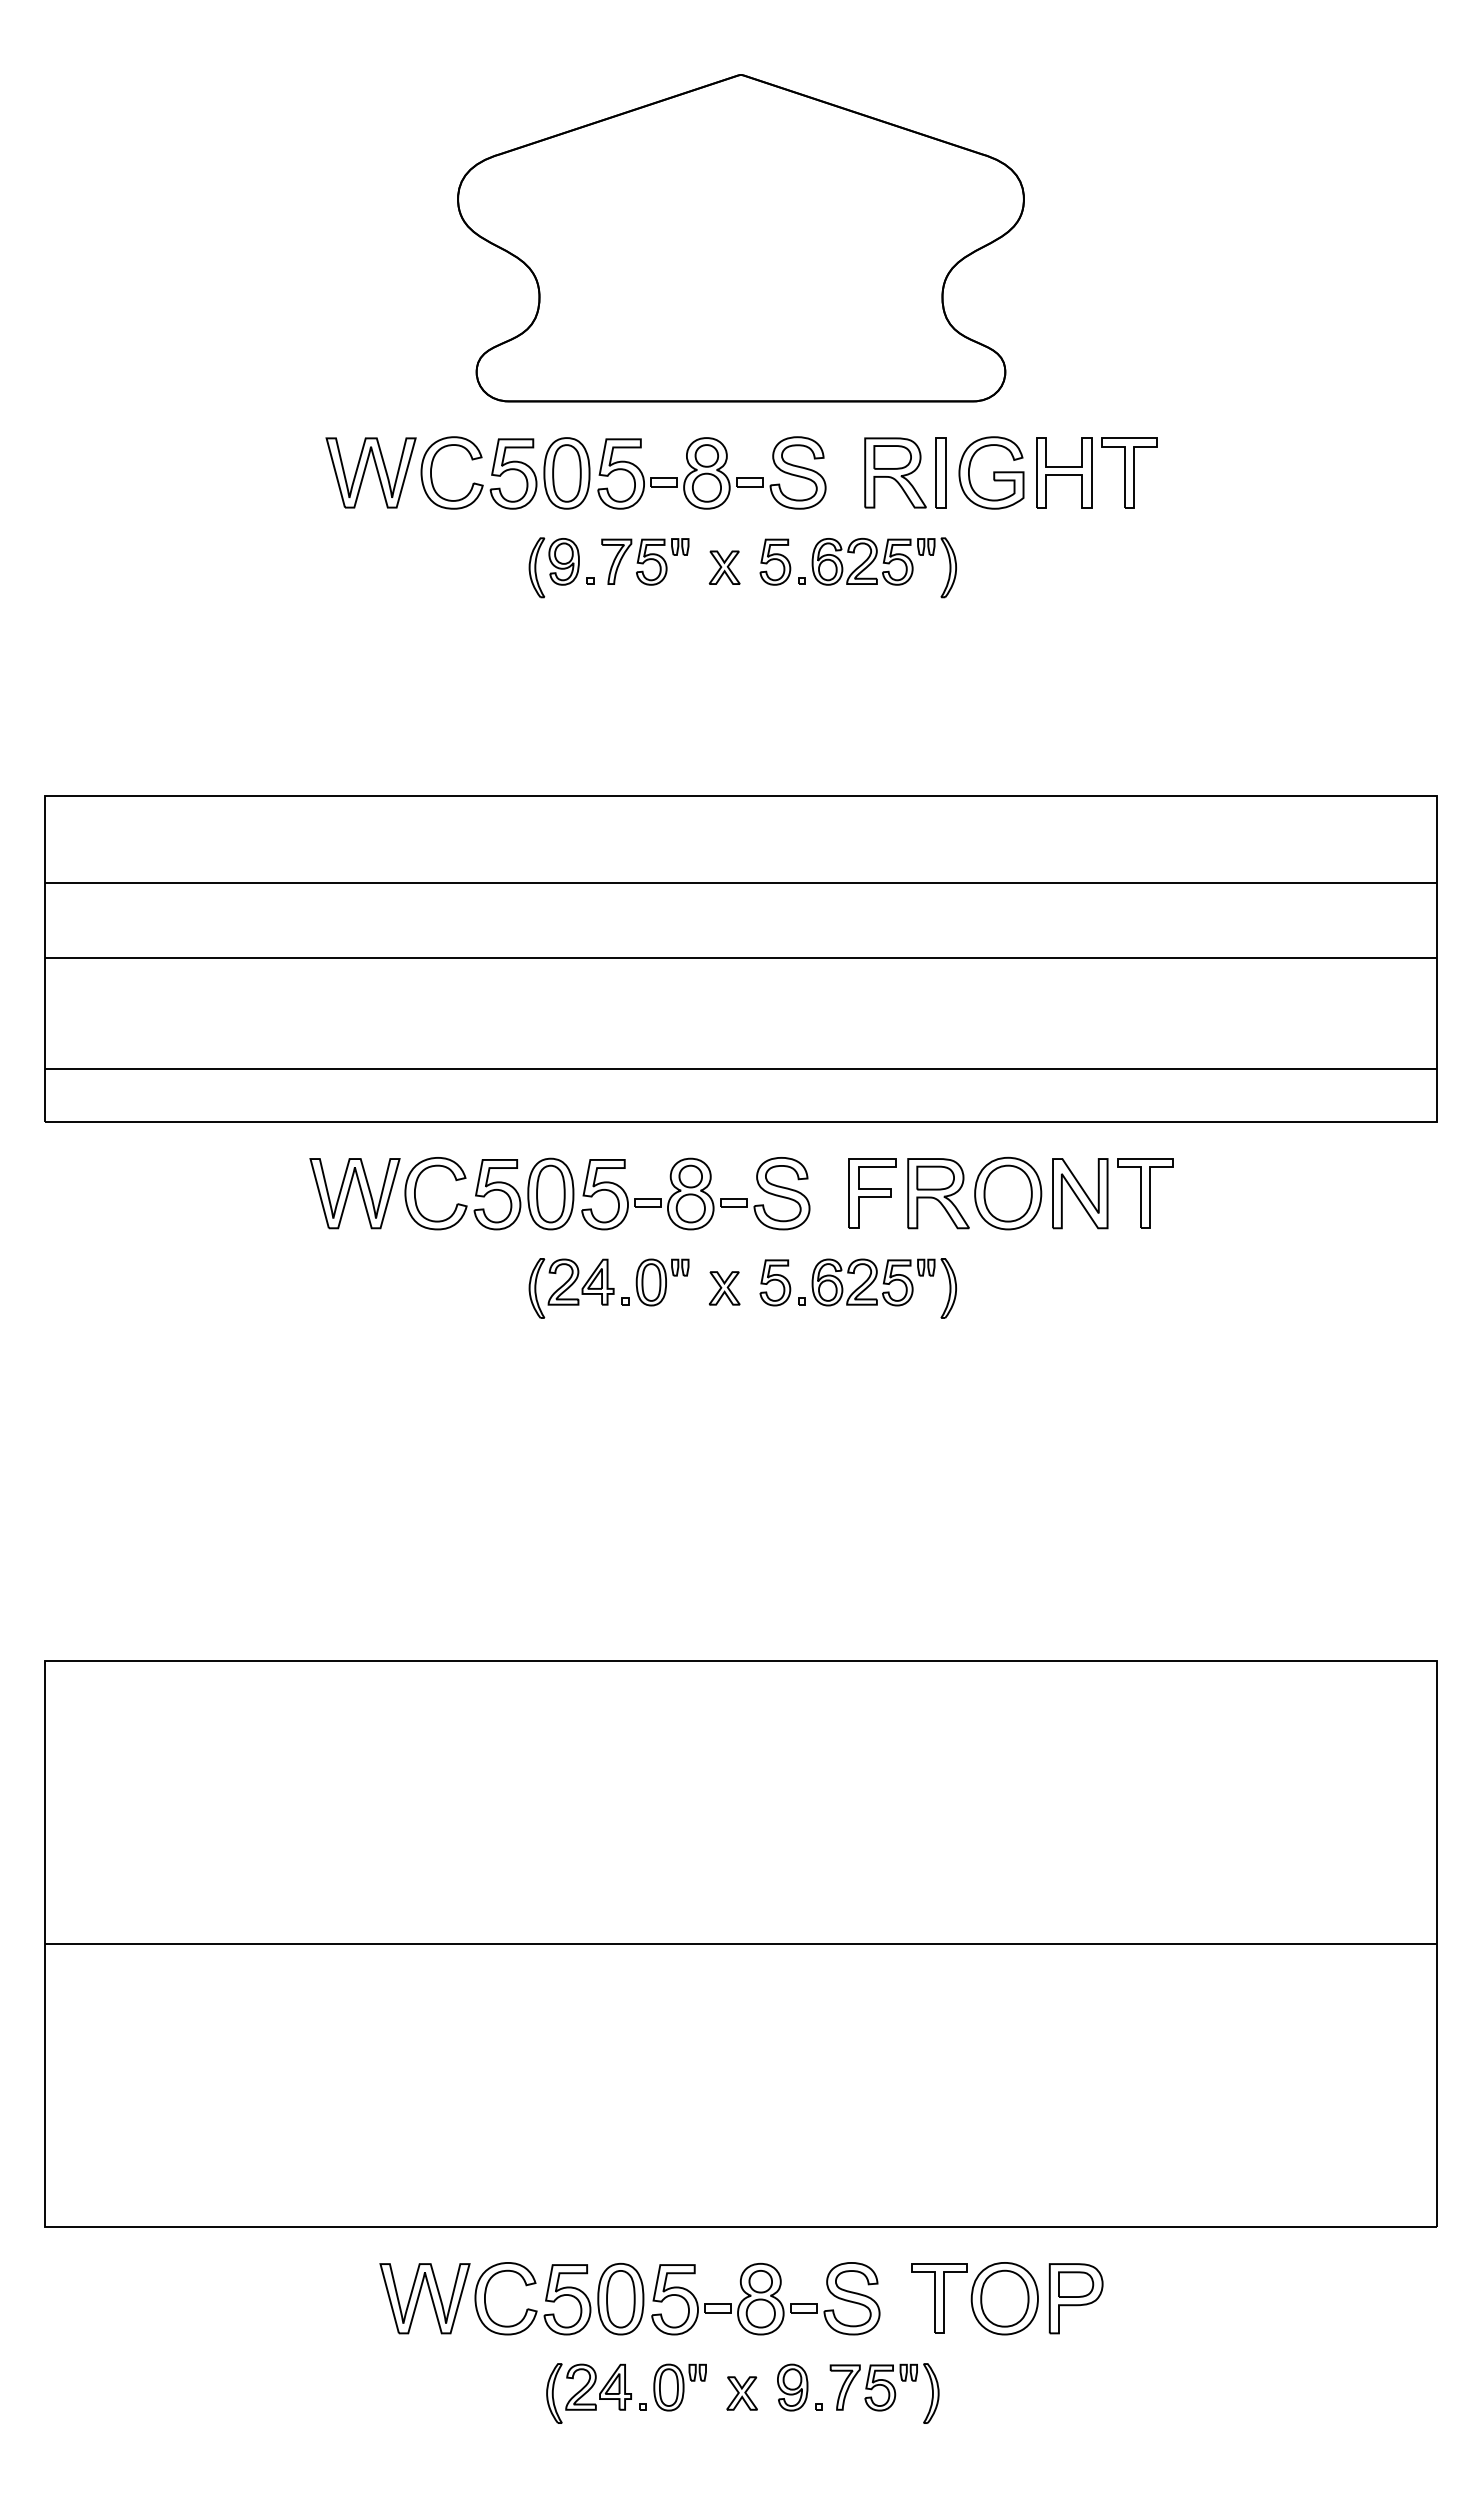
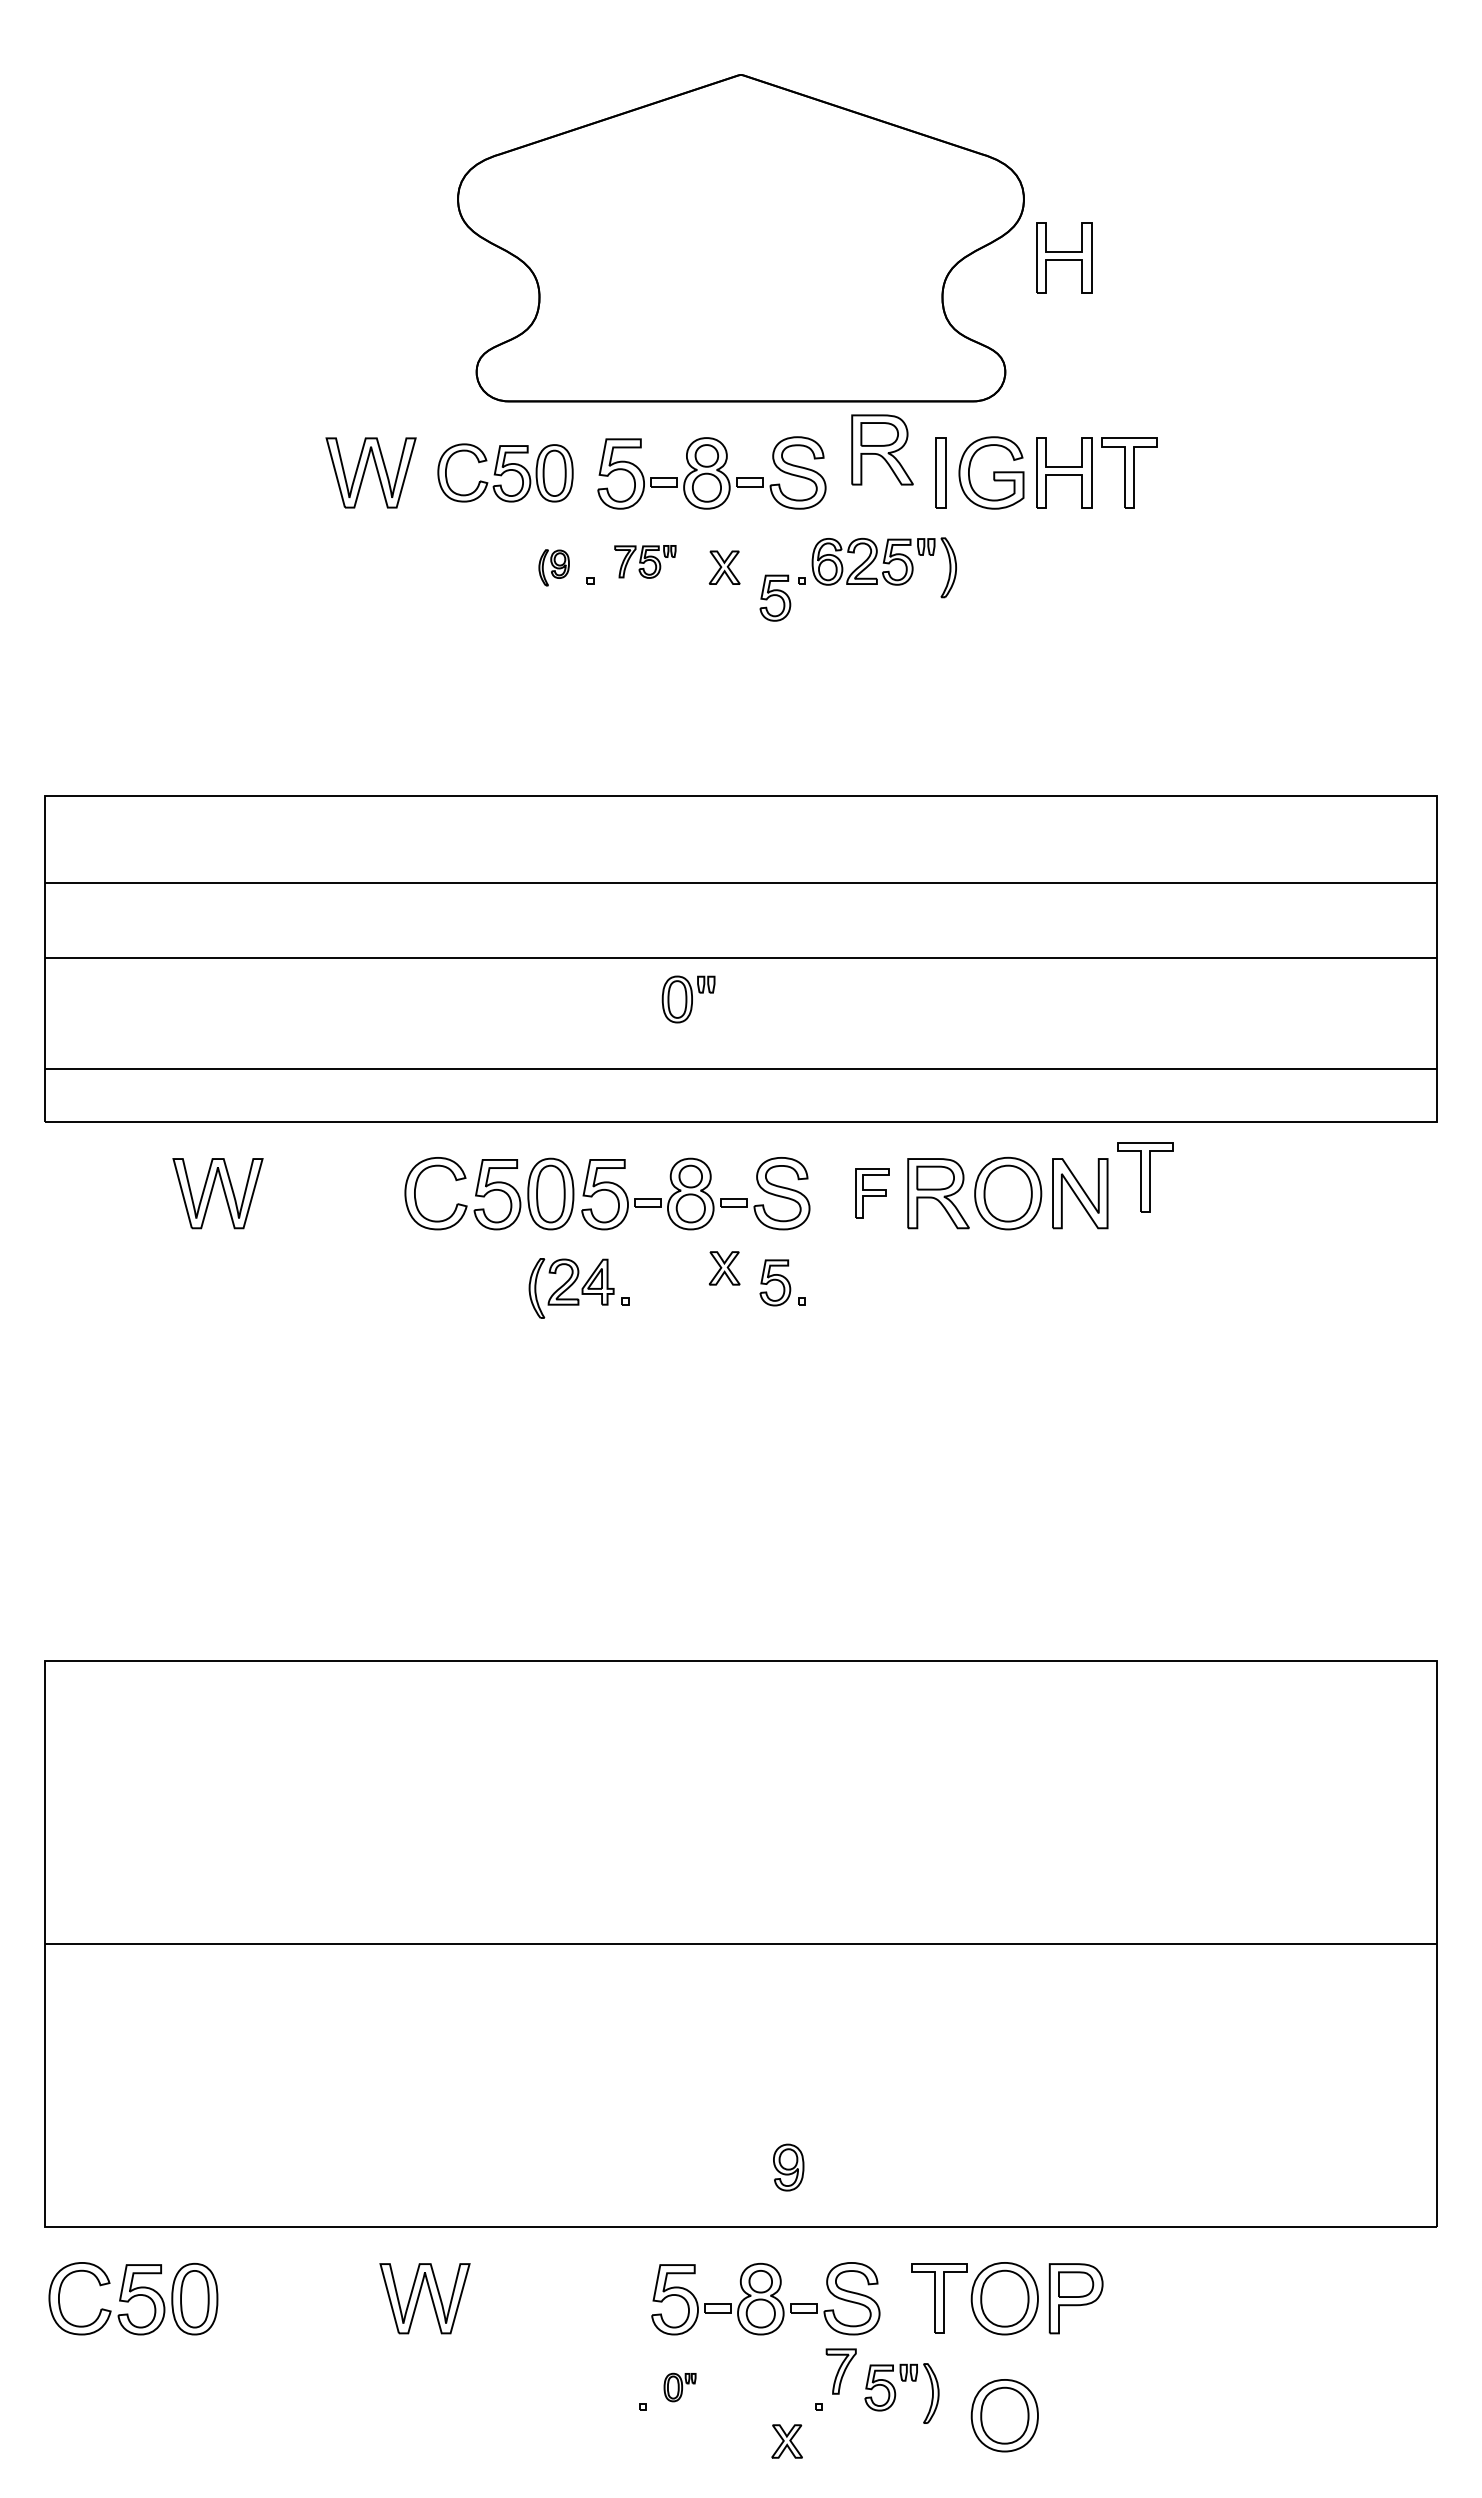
part at (1064, 257): none -> present
part at (505, 472) size: 171x74 px -> 137x60 px
part at (895, 472) position: (895, 472) -> (882, 449)
part at (645, 561) size: 89x48 px -> 63x34 px
part at (775, 561) position: (775, 561) -> (775, 597)
part at (553, 567) size: 52x62 px -> 32x38 px
part at (354, 1193) position: (354, 1193) -> (217, 1193)
part at (872, 1193) size: 49x71 px -> 35x51 px
part at (1145, 1193) position: (1145, 1193) -> (1145, 1177)
part at (662, 1282) position: (662, 1282) -> (688, 999)
part at (724, 1288) position: (724, 1288) -> (724, 1268)
part at (883, 1288): present -> none
part at (559, 2298) position: (559, 2298) -> (133, 2298)
part at (679, 2387) size: 54x49 px -> 34x31 px
part at (792, 2387) position: (792, 2387) -> (788, 2167)
part at (844, 2387) position: (844, 2387) -> (840, 2371)
part at (588, 2393): present -> none
part at (741, 2393) position: (741, 2393) -> (786, 2441)
part at (1004, 2415): none -> present
